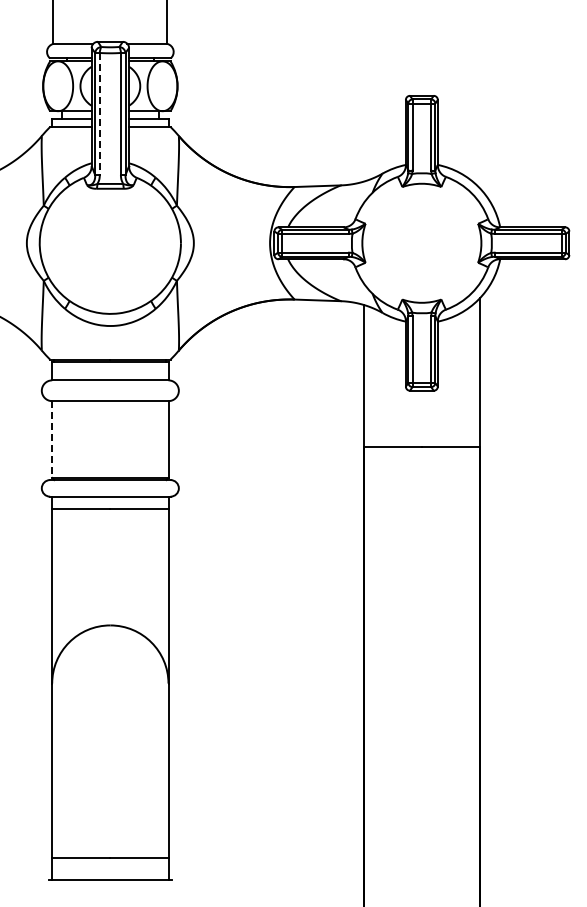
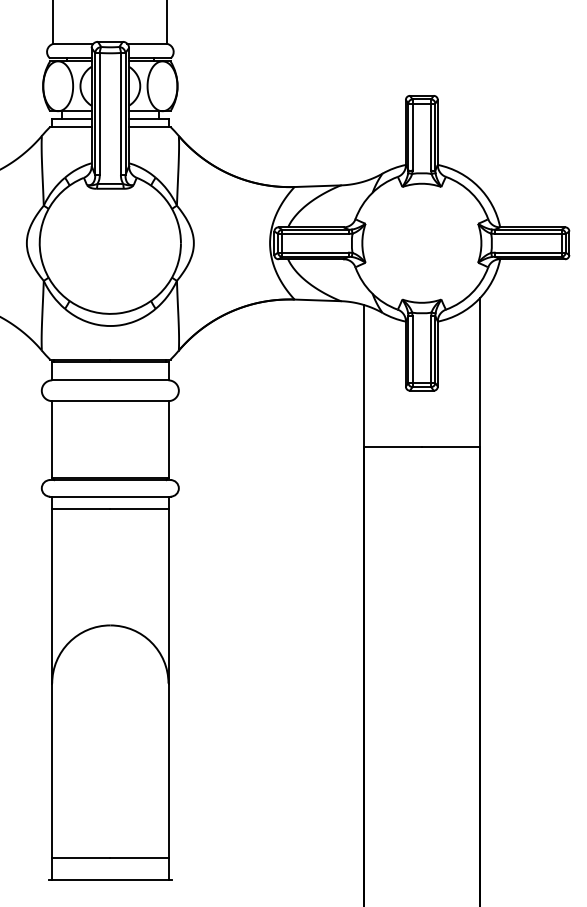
line at (99, 114): dashed -> solid
line at (52, 440): dashed -> solid
